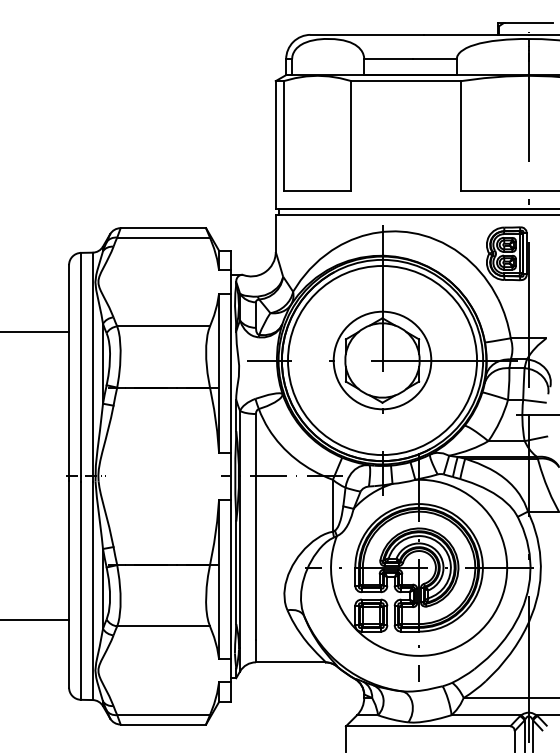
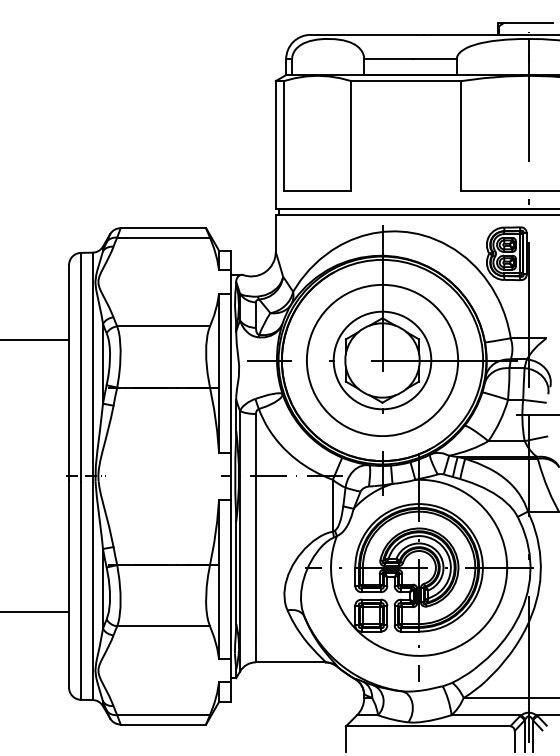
line at (35, 332) position: (35, 332) -> (35, 340)
circle at (382, 360) diameter: 189 px -> 151 px
line at (35, 620) position: (35, 620) -> (35, 612)
